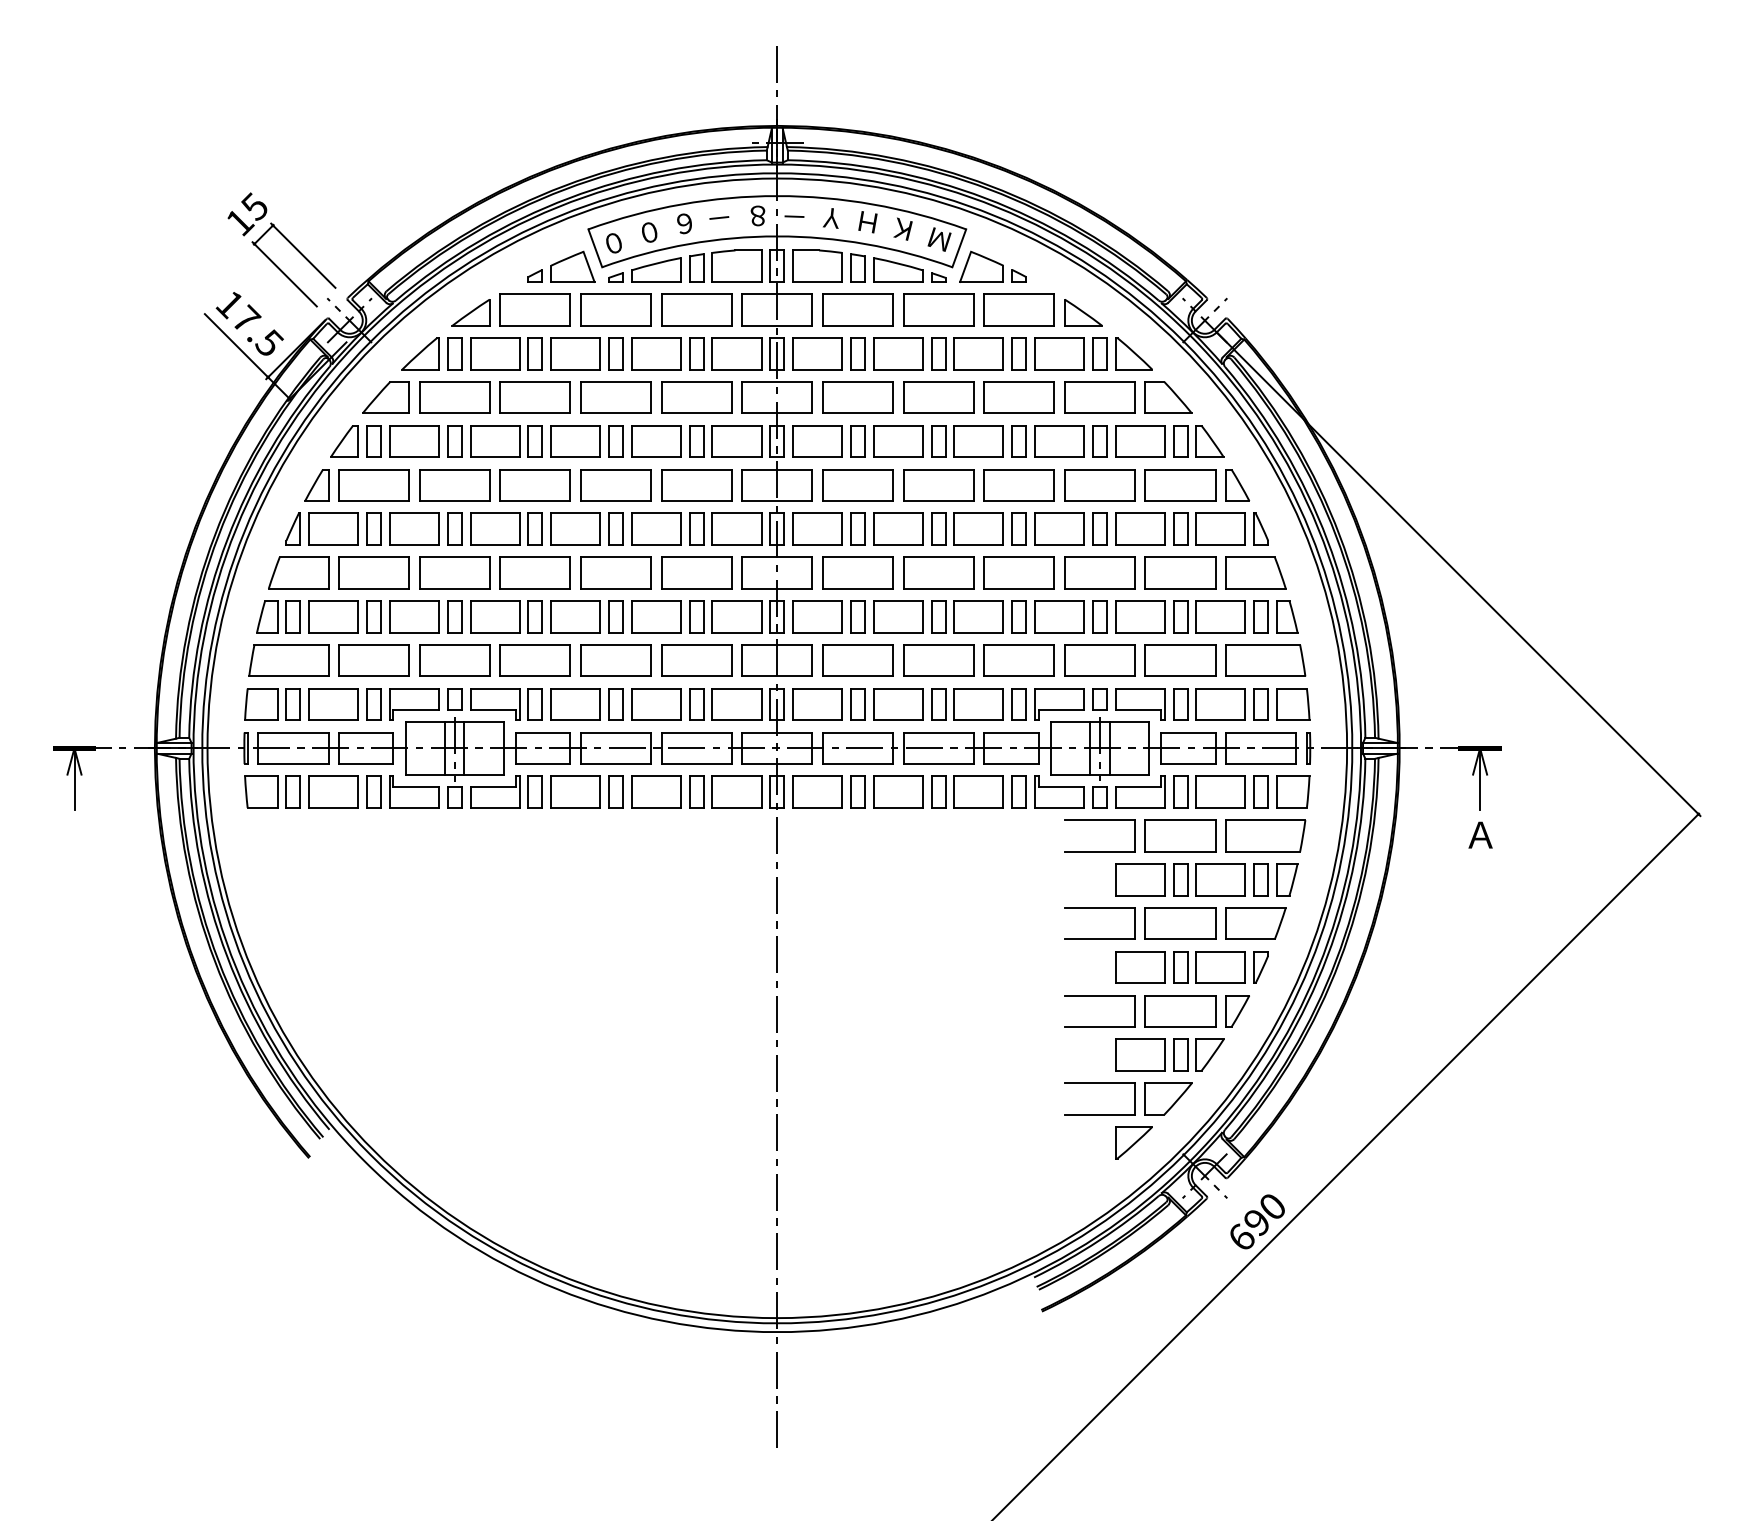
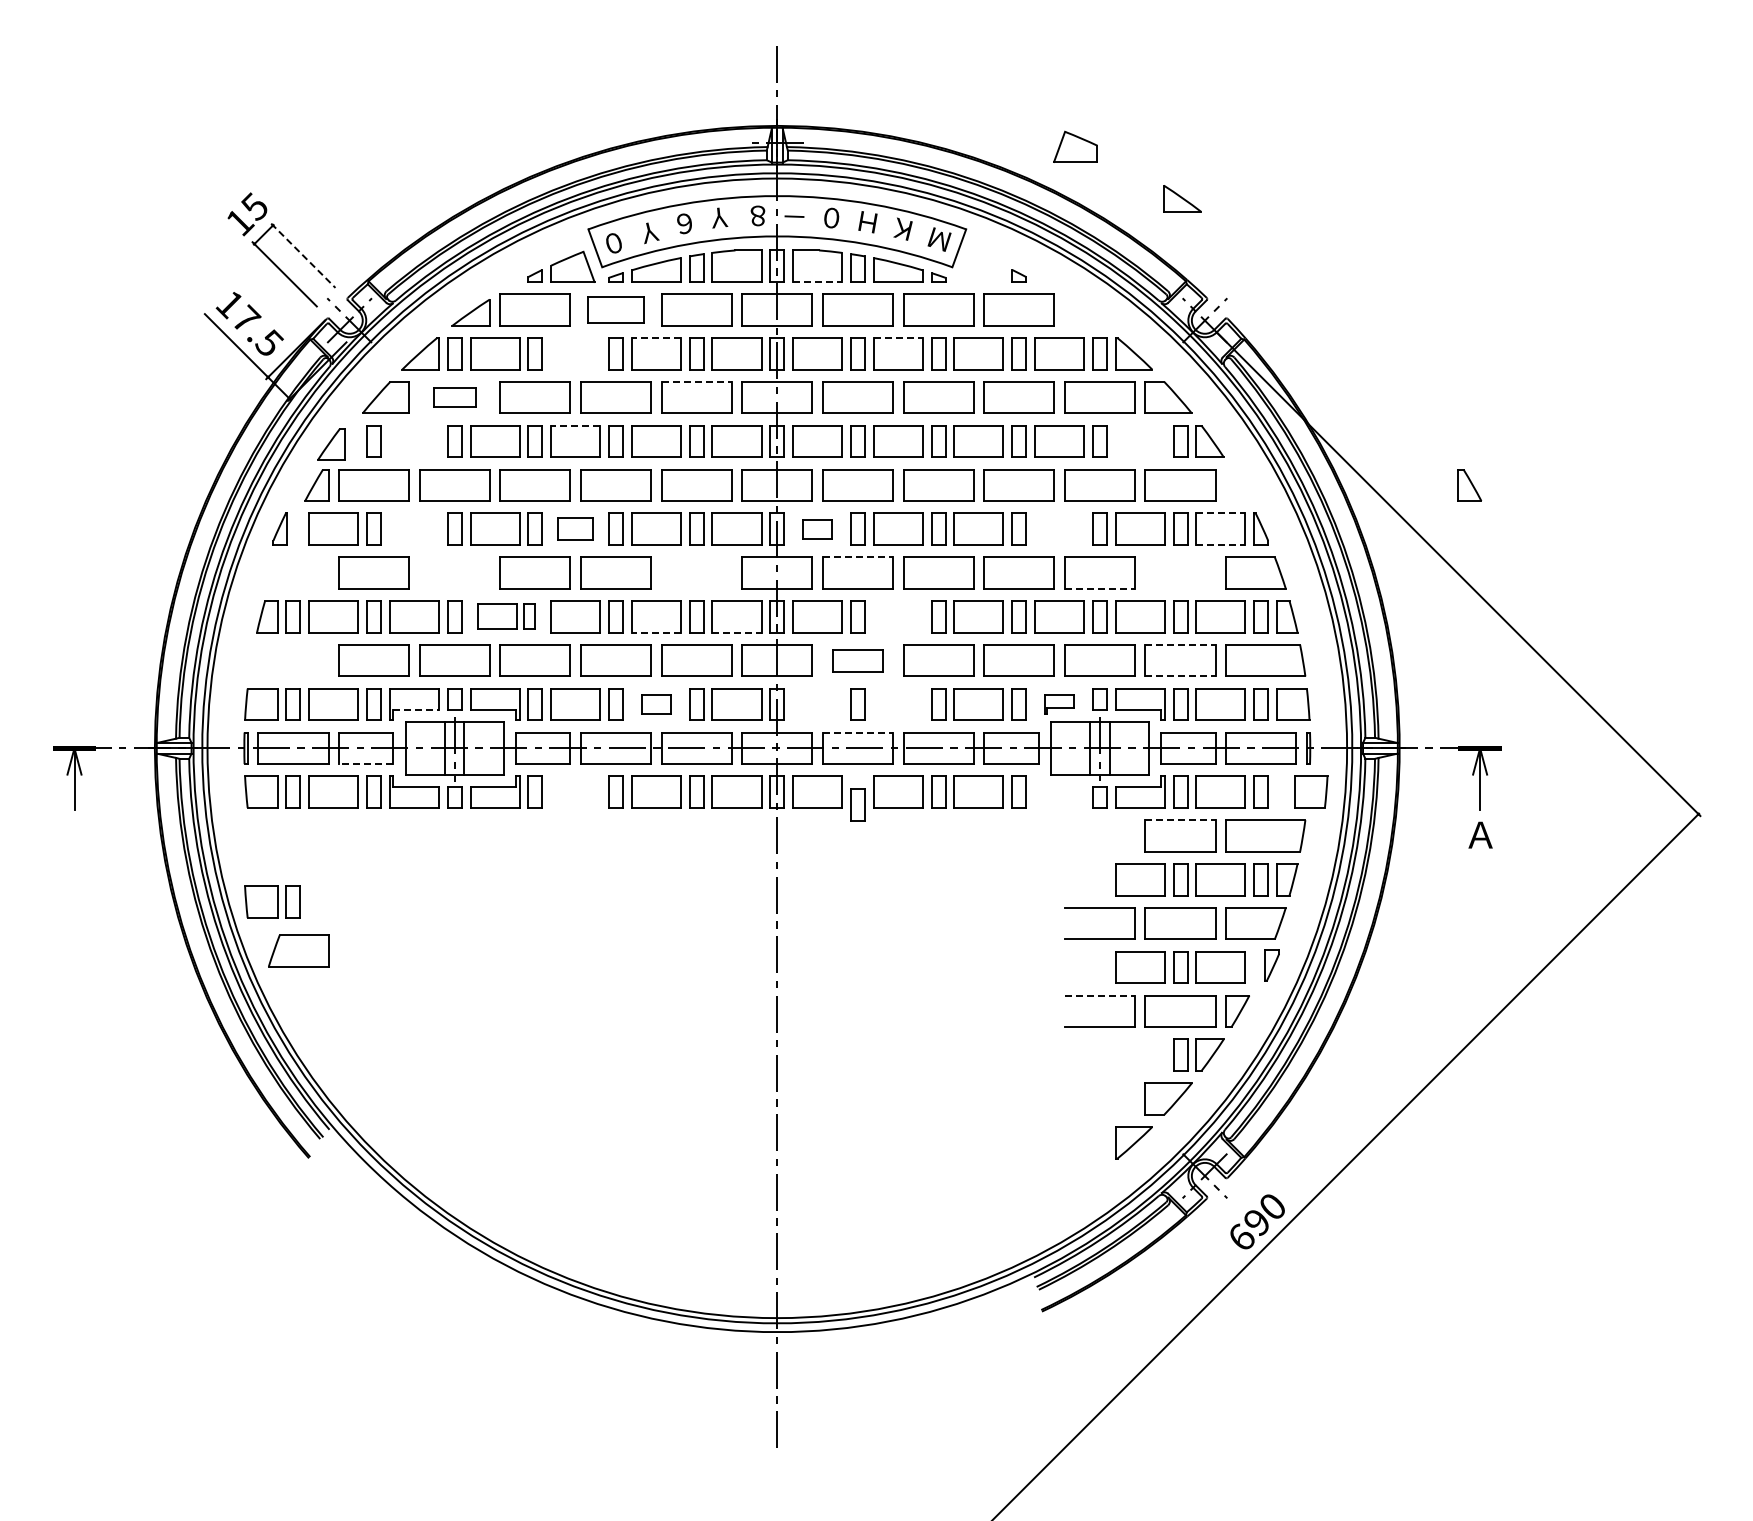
text at (719, 217): － -> Ｙ
text at (830, 217): Ｙ -> ０
text at (650, 233): ０ -> Ｙ
line at (303, 256): solid -> dashed
part at (981, 266) position: (981, 266) -> (1075, 146)
line at (817, 281): solid -> dashed
part at (615, 309) size: 72x34 px -> 58x28 px
part at (1083, 312) position: (1083, 312) -> (1182, 198)
line at (656, 338): solid -> dashed
line at (898, 338): solid -> dashed
part at (575, 353): present -> none
line at (697, 381): solid -> dashed
part at (454, 397) size: 72x33 px -> 44x21 px
line at (575, 425): solid -> dashed
part at (344, 441) position: (344, 441) -> (331, 444)
part at (414, 441): present -> none
part at (1140, 441): present -> none
part at (1237, 485) position: (1237, 485) -> (1469, 485)
line at (1220, 513): solid -> dashed
part at (292, 528) position: (292, 528) -> (279, 528)
part at (414, 528): present -> none
part at (575, 528) size: 51x34 px -> 37x24 px
part at (817, 528) size: 51x34 px -> 31x21 px
part at (1059, 528): present -> none
line at (1220, 544): solid -> dashed
line at (858, 557): solid -> dashed
part at (298, 572) position: (298, 572) -> (298, 950)
part at (454, 572): present -> none
part at (696, 572): present -> none
part at (1180, 572): present -> none
line at (1100, 588): solid -> dashed
part at (506, 616) size: 73x34 px -> 59x27 px
part at (898, 616): present -> none
line at (656, 632): solid -> dashed
line at (736, 632): solid -> dashed
line at (1181, 644): solid -> dashed
part at (288, 660): present -> none
part at (857, 660) size: 72x33 px -> 52x24 px
line at (1181, 676): solid -> dashed
part at (656, 704) size: 51x33 px -> 31x21 px
part at (817, 704): present -> none
part at (898, 704): present -> none
part at (1059, 704) size: 51x33 px -> 31x21 px
line at (416, 709): solid -> dashed
line at (858, 732): solid -> dashed
line at (365, 764): solid -> dashed
part at (575, 791): present -> none
part at (857, 791) position: (857, 791) -> (857, 804)
part at (1059, 791): present -> none
part at (1293, 791) position: (1293, 791) -> (1311, 791)
part at (1099, 820): present -> none
line at (1181, 820): solid -> dashed
part at (272, 901): none -> present
part at (1260, 967) position: (1260, 967) -> (1271, 965)
line at (1100, 995): solid -> dashed
part at (1140, 1054): present -> none
part at (1099, 1083): present -> none
